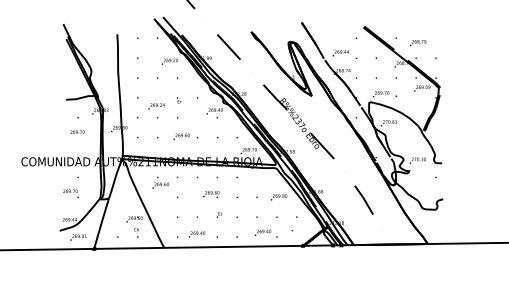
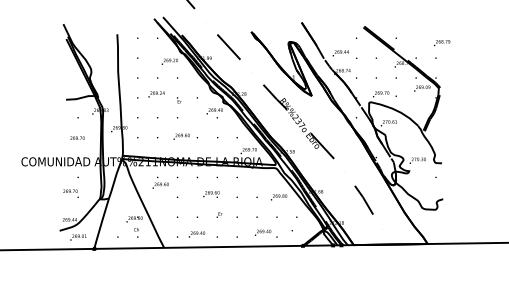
text at (418, 43) position: (418, 43) -> (442, 43)
text at (156, 106) position: (156, 106) -> (156, 94)
text at (77, 131) position: (77, 131) -> (77, 137)
